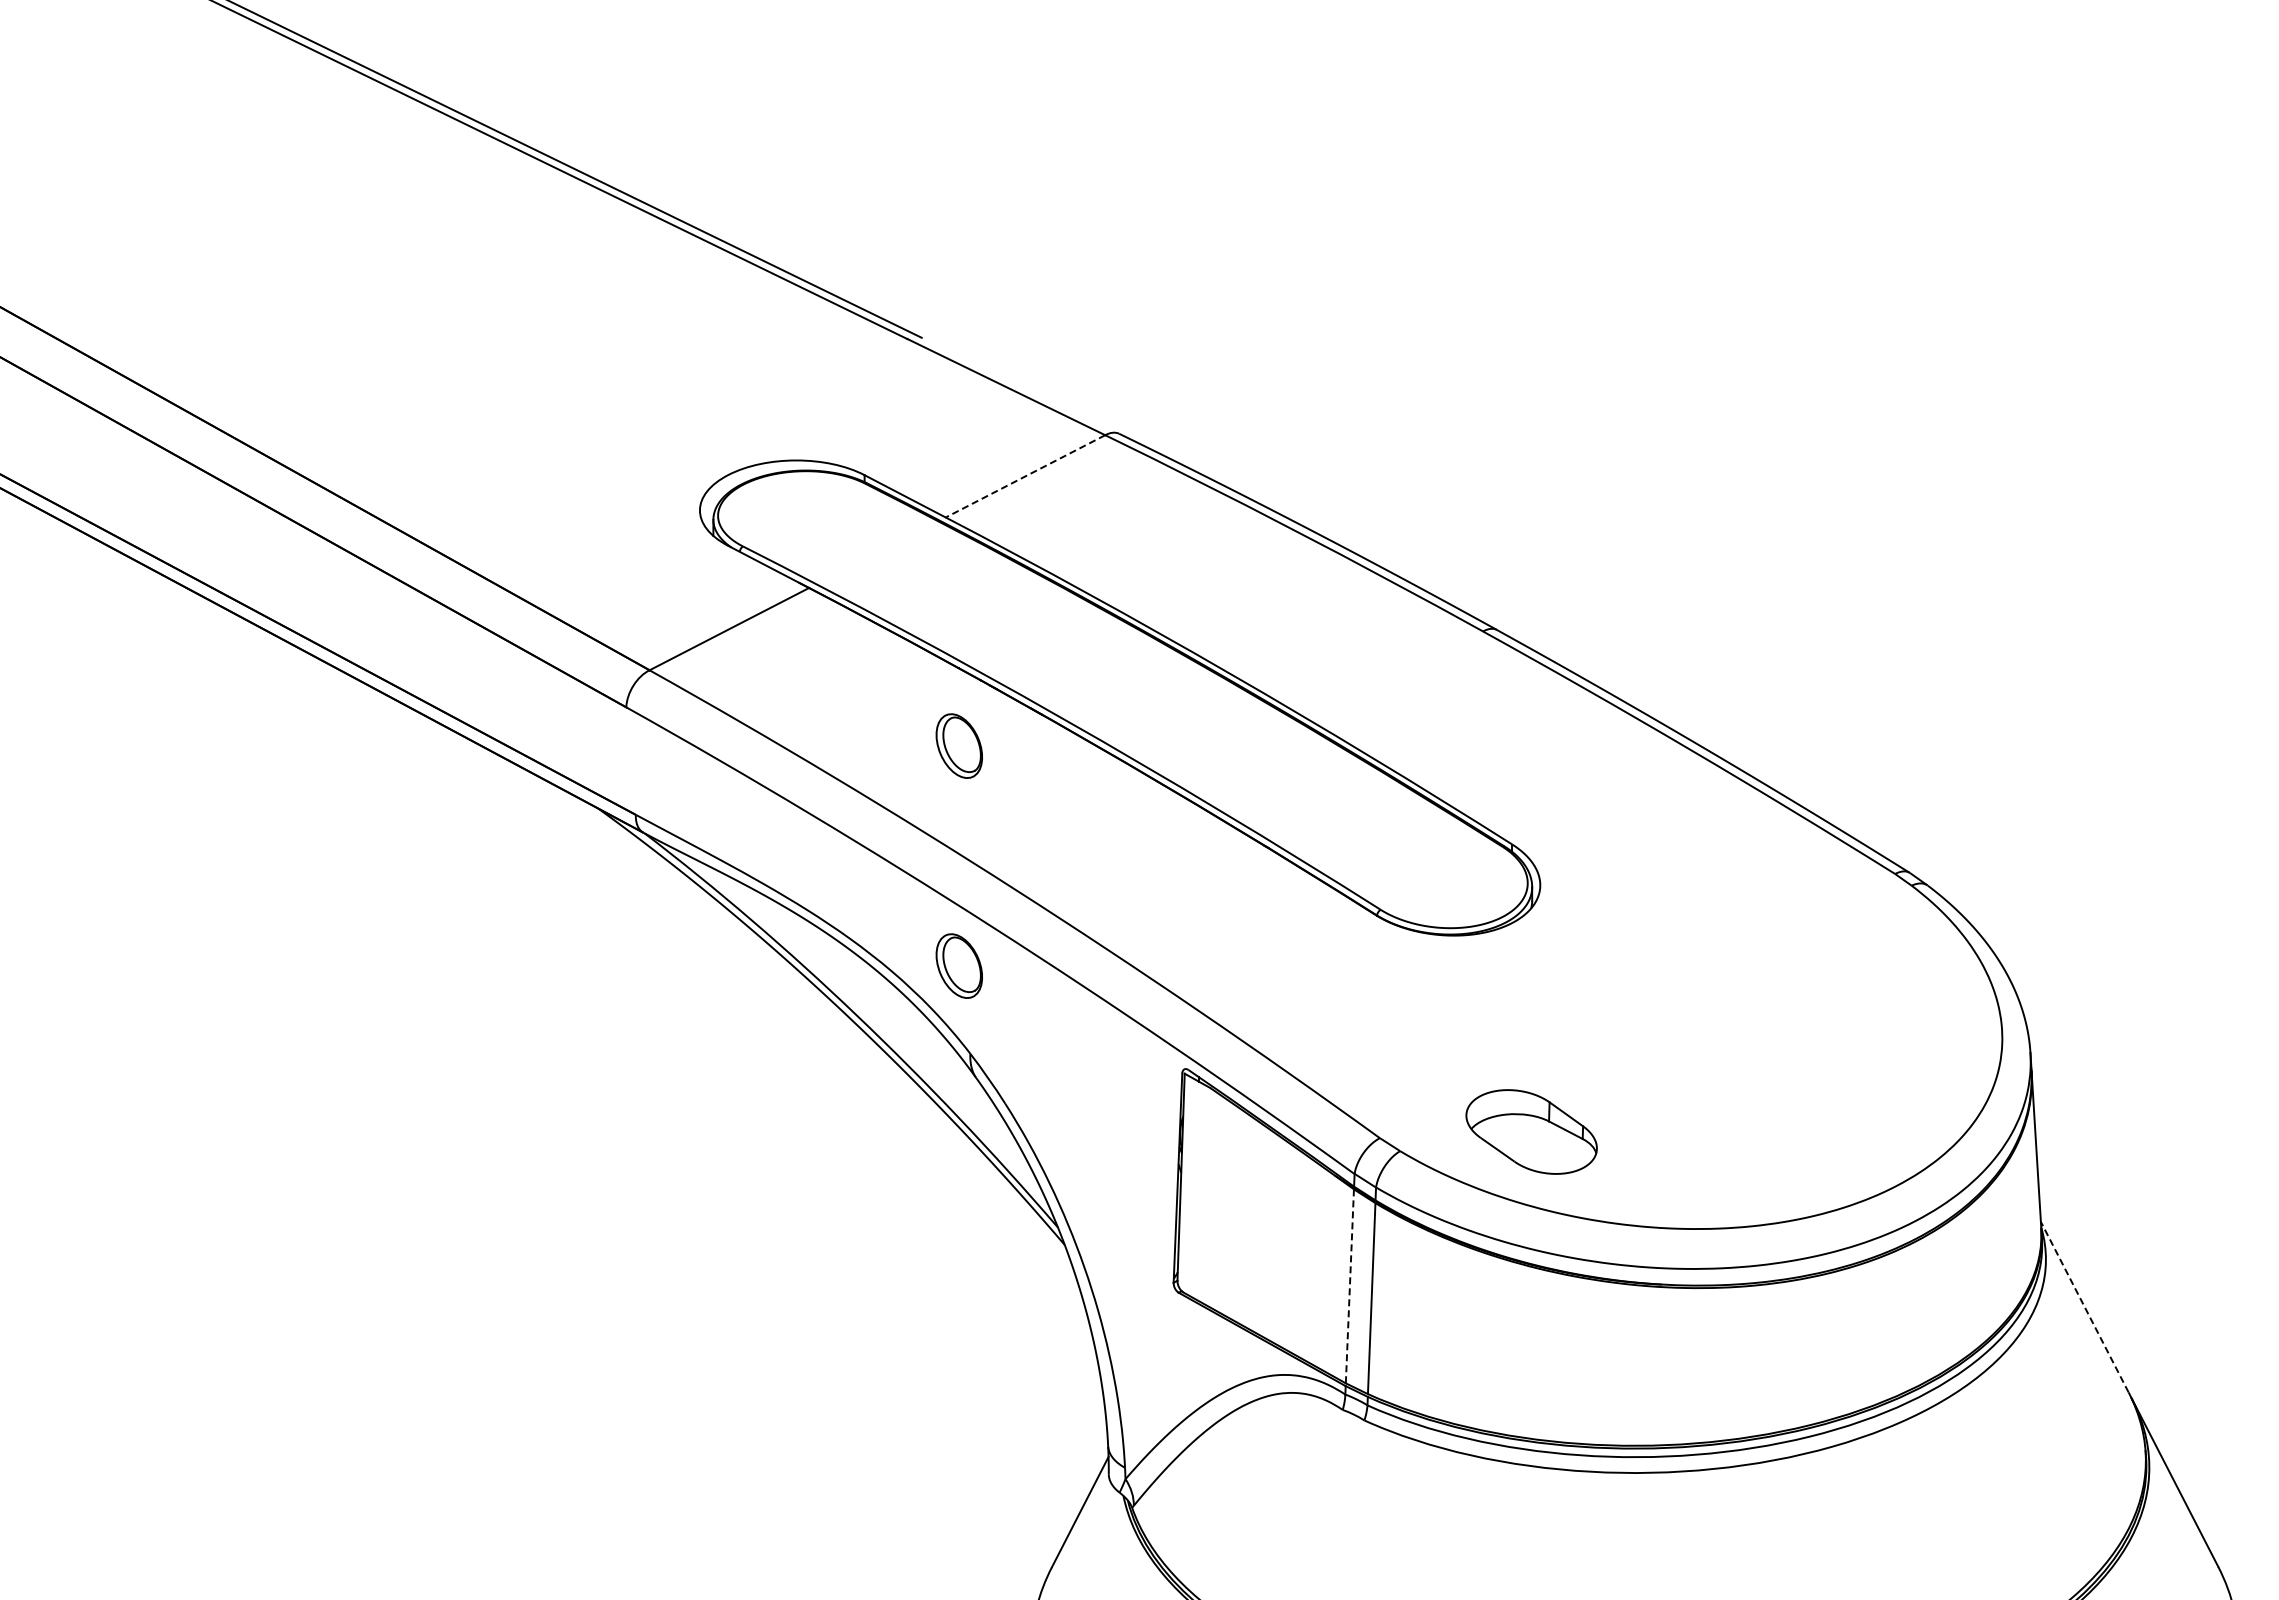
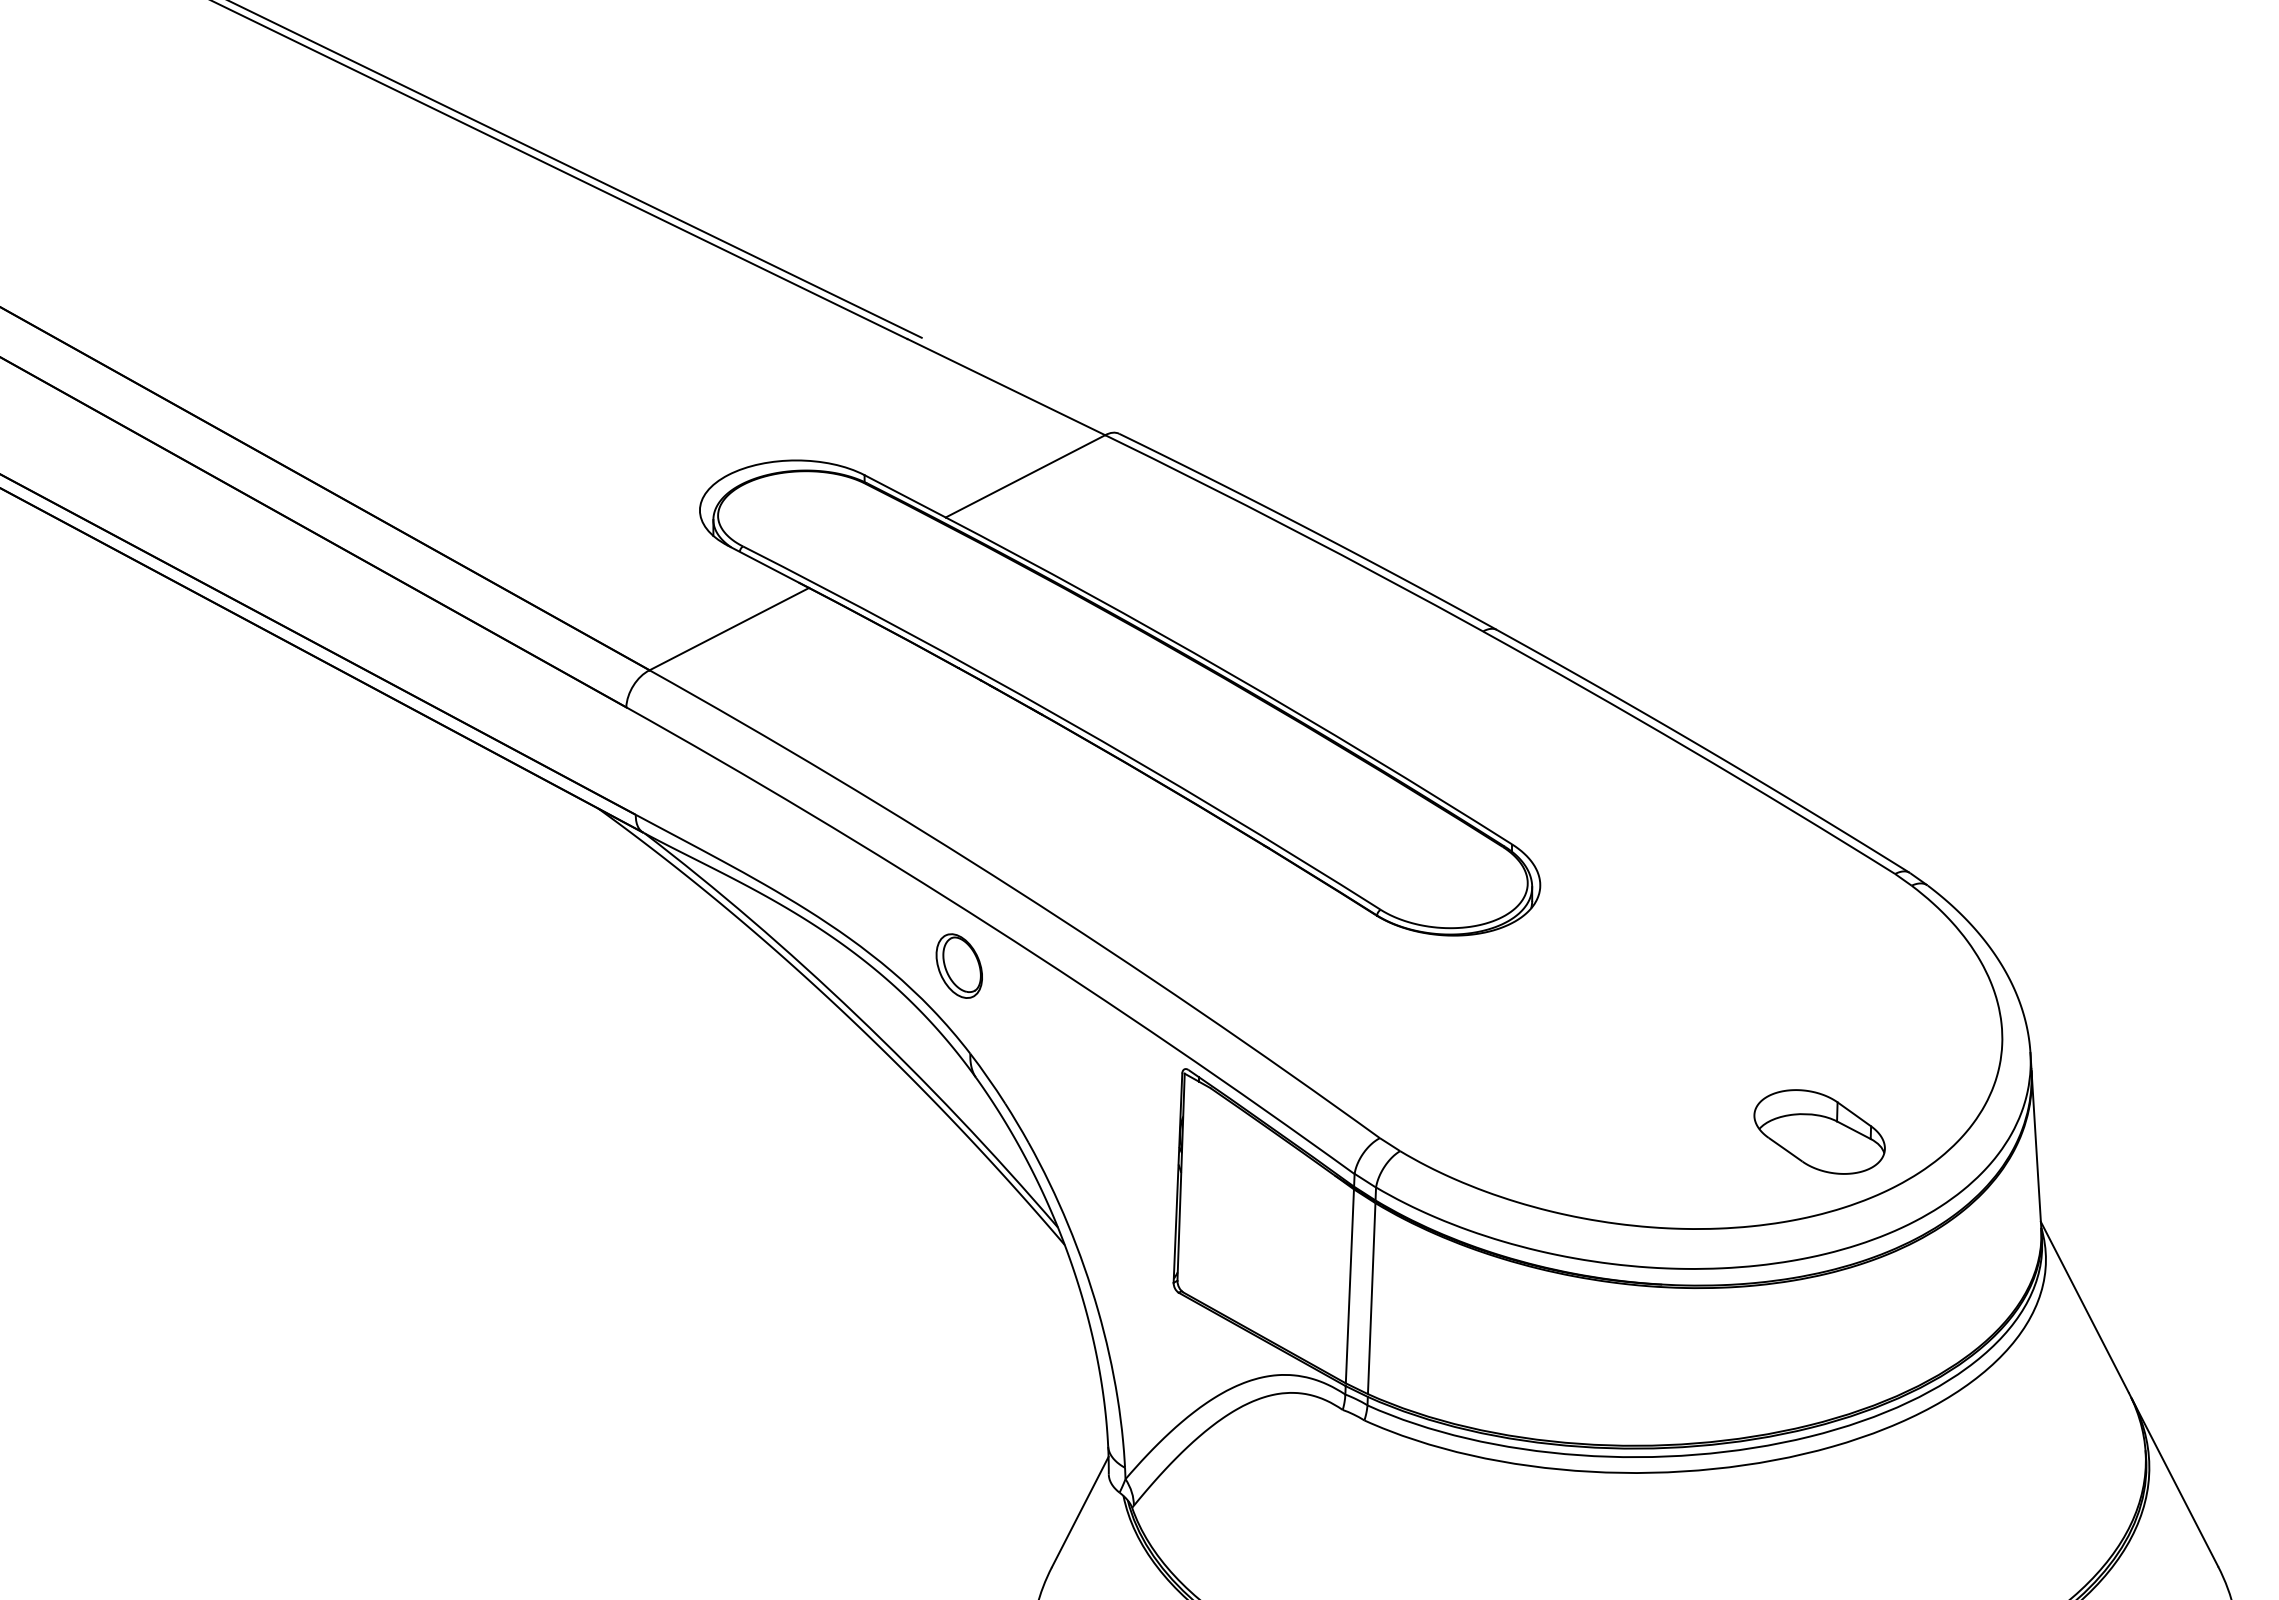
line at (1025, 476): dashed -> solid
part at (958, 745): present -> none
part at (1531, 1131) position: (1531, 1131) -> (1819, 1131)
line at (1349, 1286): dashed -> solid
line at (2084, 1307): dashed -> solid
